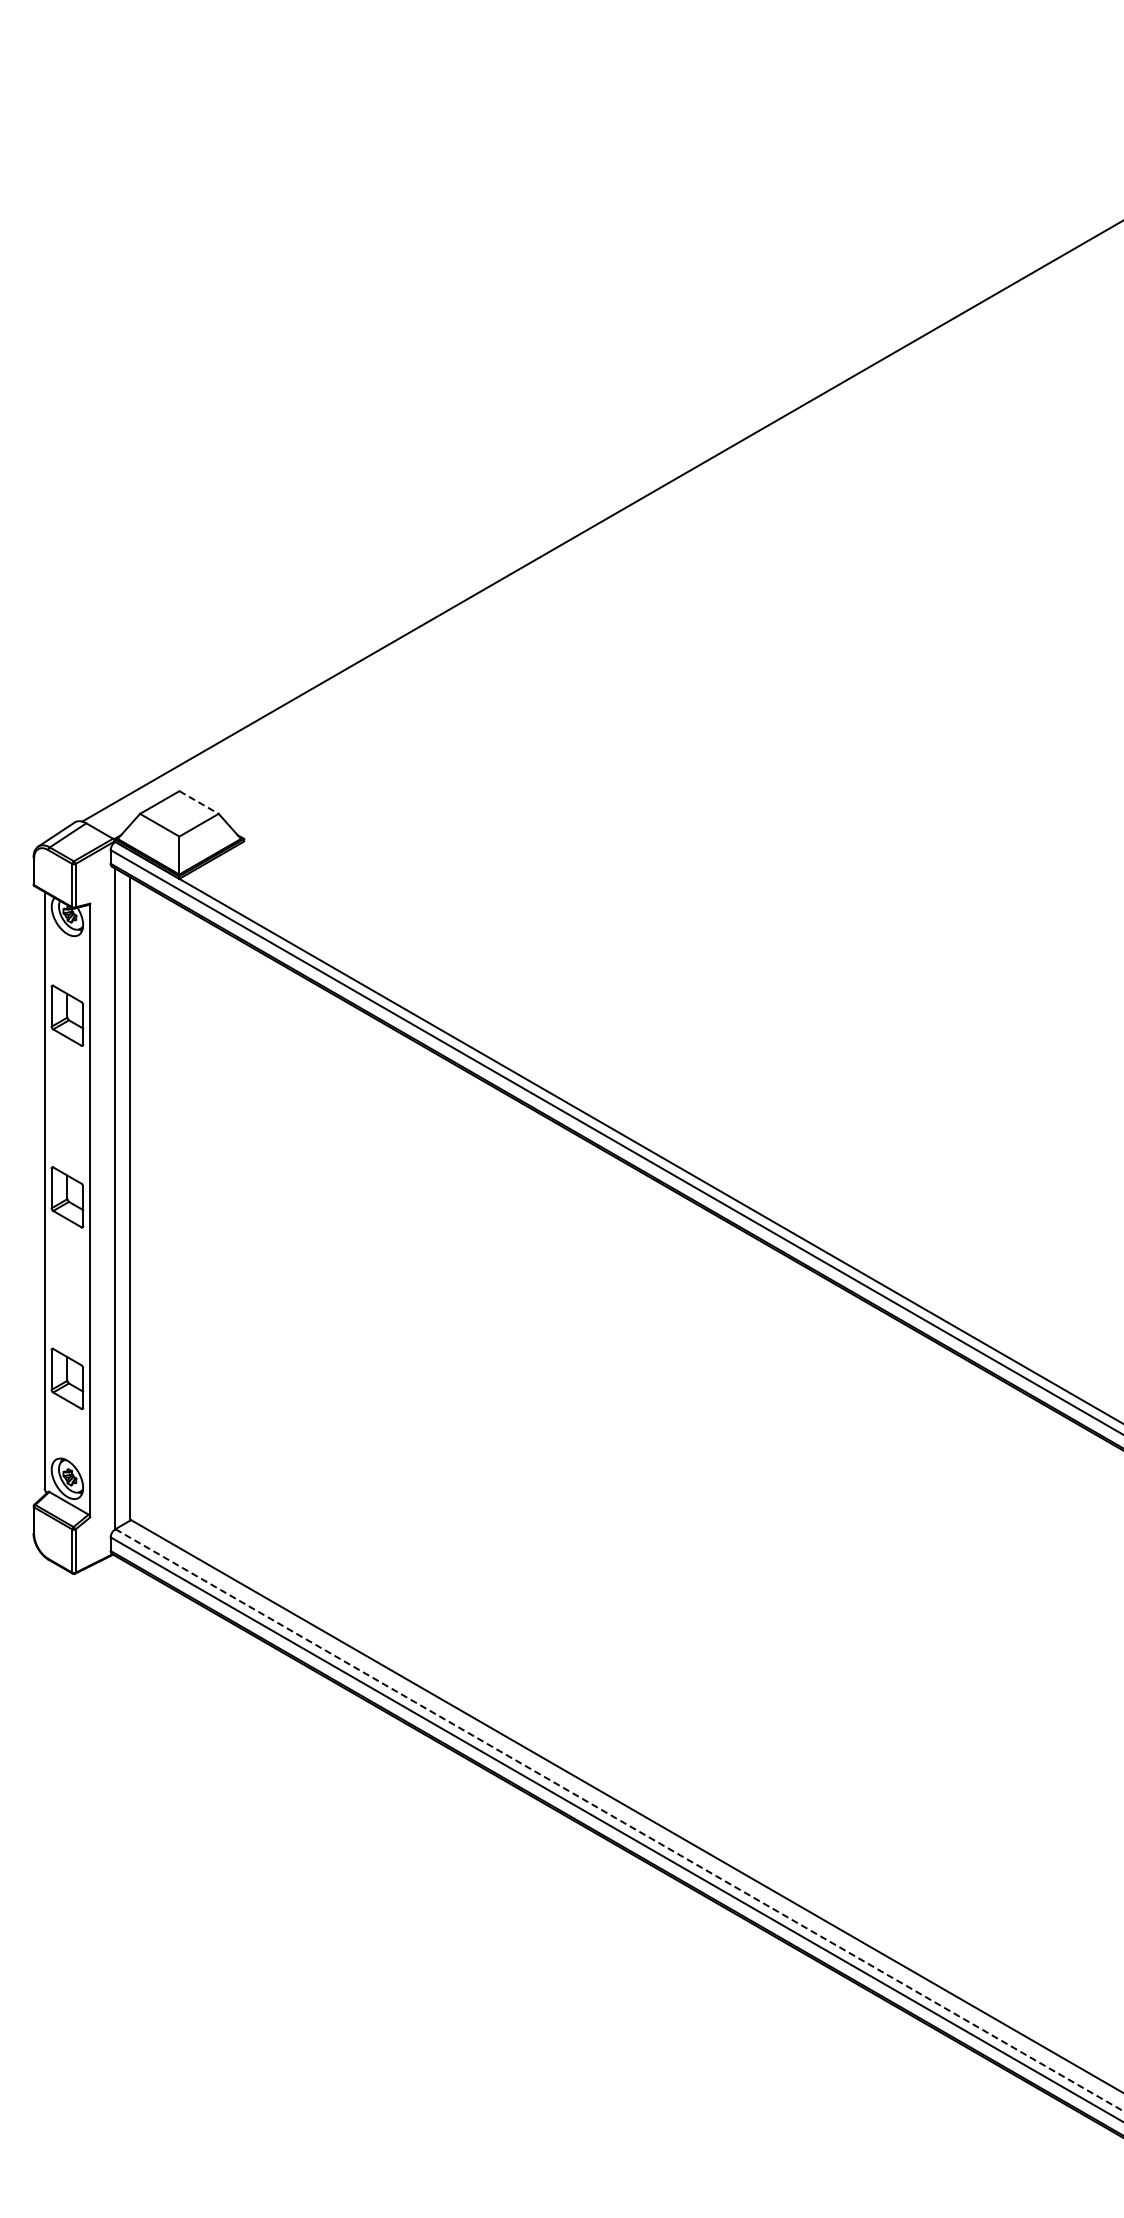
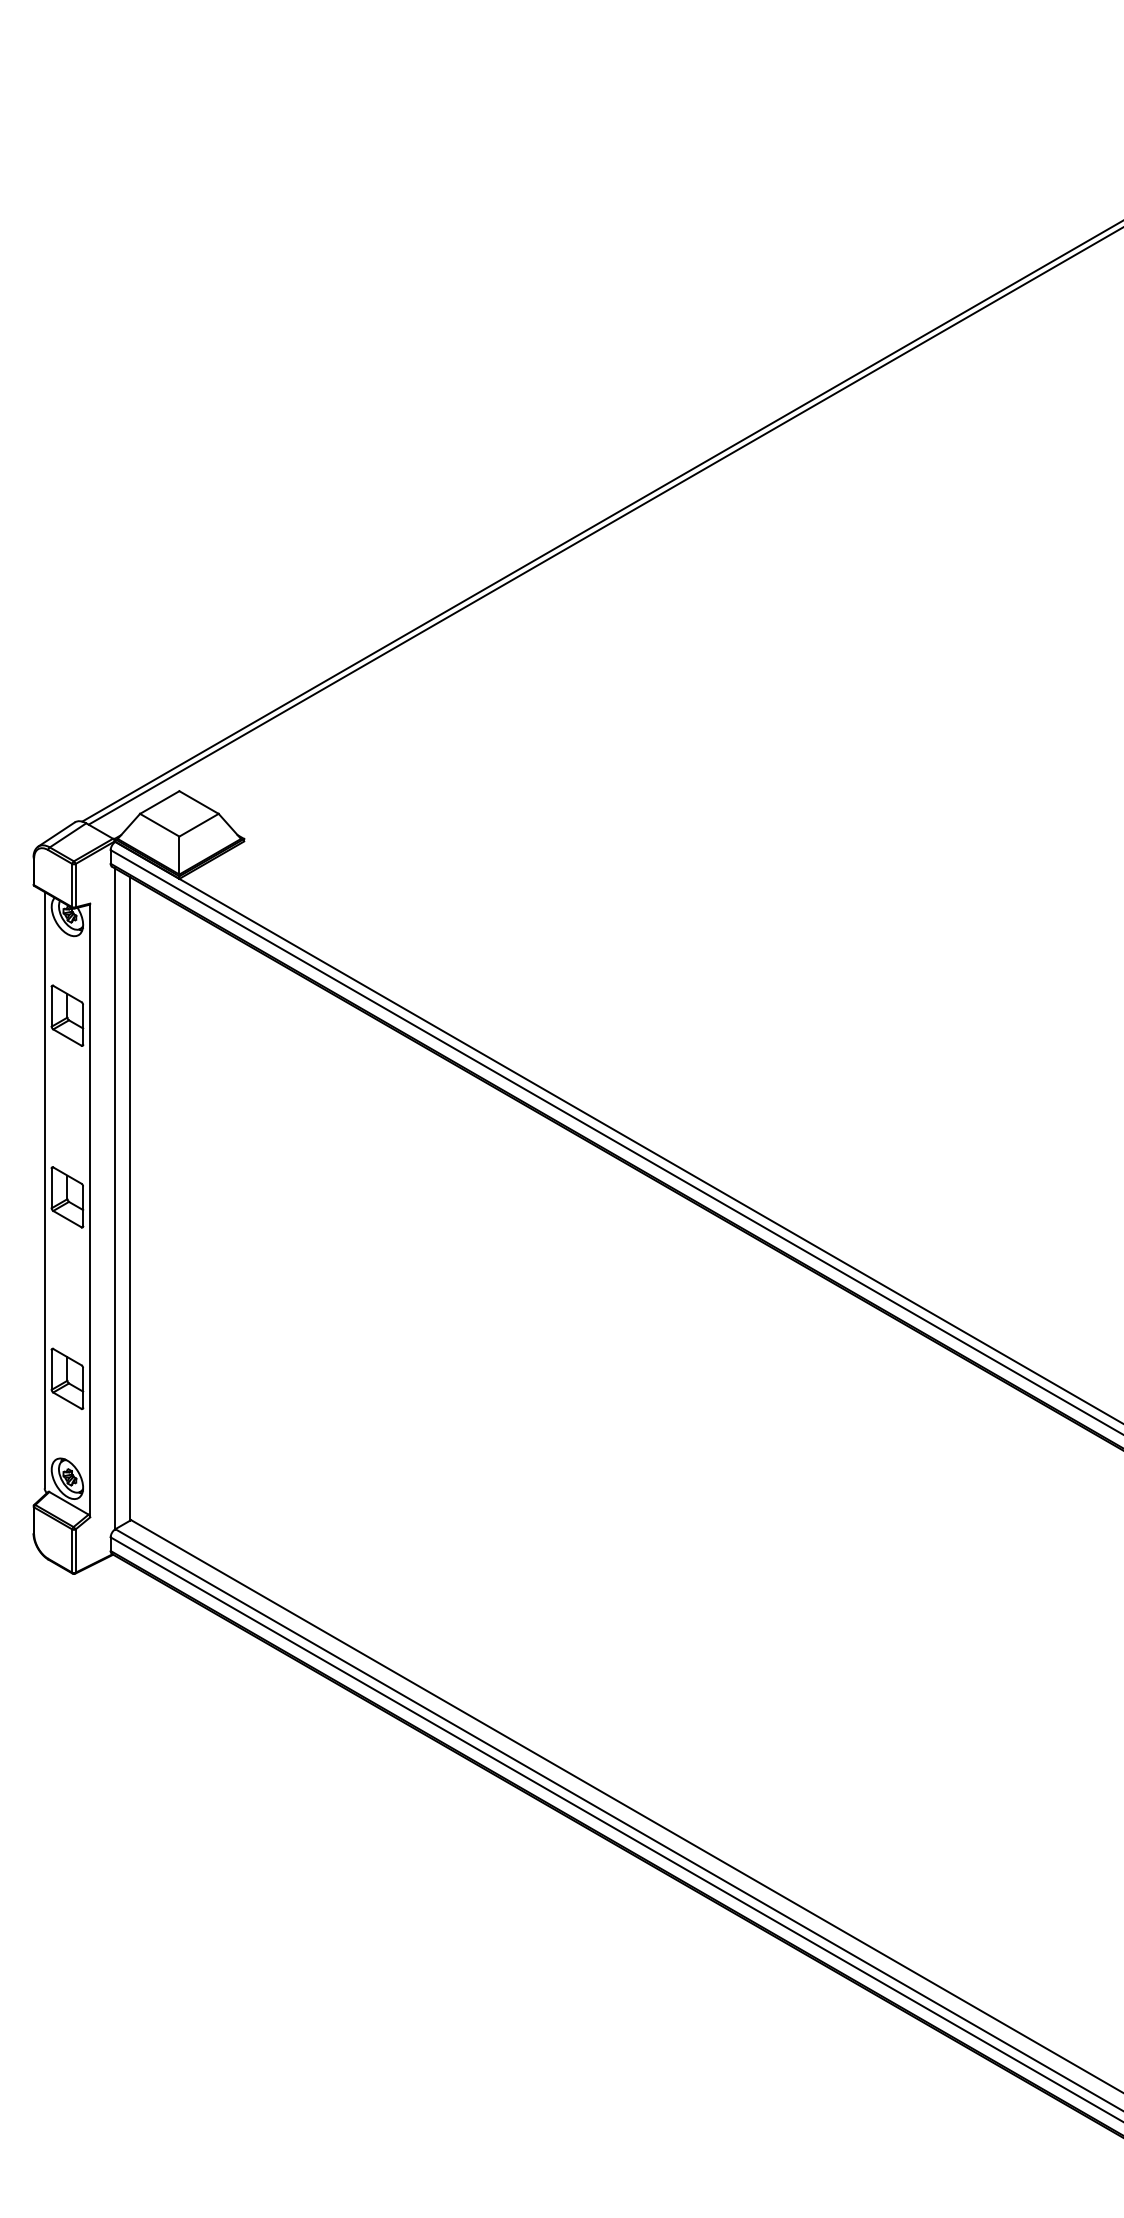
line at (604, 526): none -> present
line at (199, 802): dashed -> solid
line at (620, 1820): dashed -> solid
